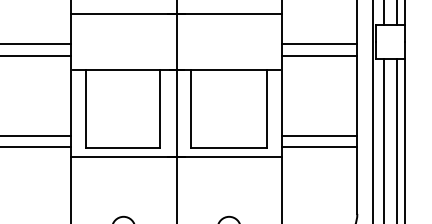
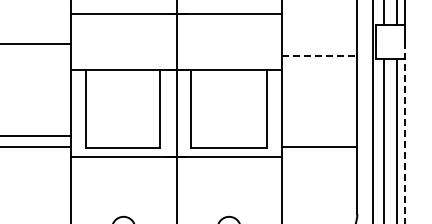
line at (319, 44): present -> none
line at (36, 55): present -> none
line at (319, 55): solid -> dashed
line at (405, 133): solid -> dashed
line at (319, 135): present -> none
